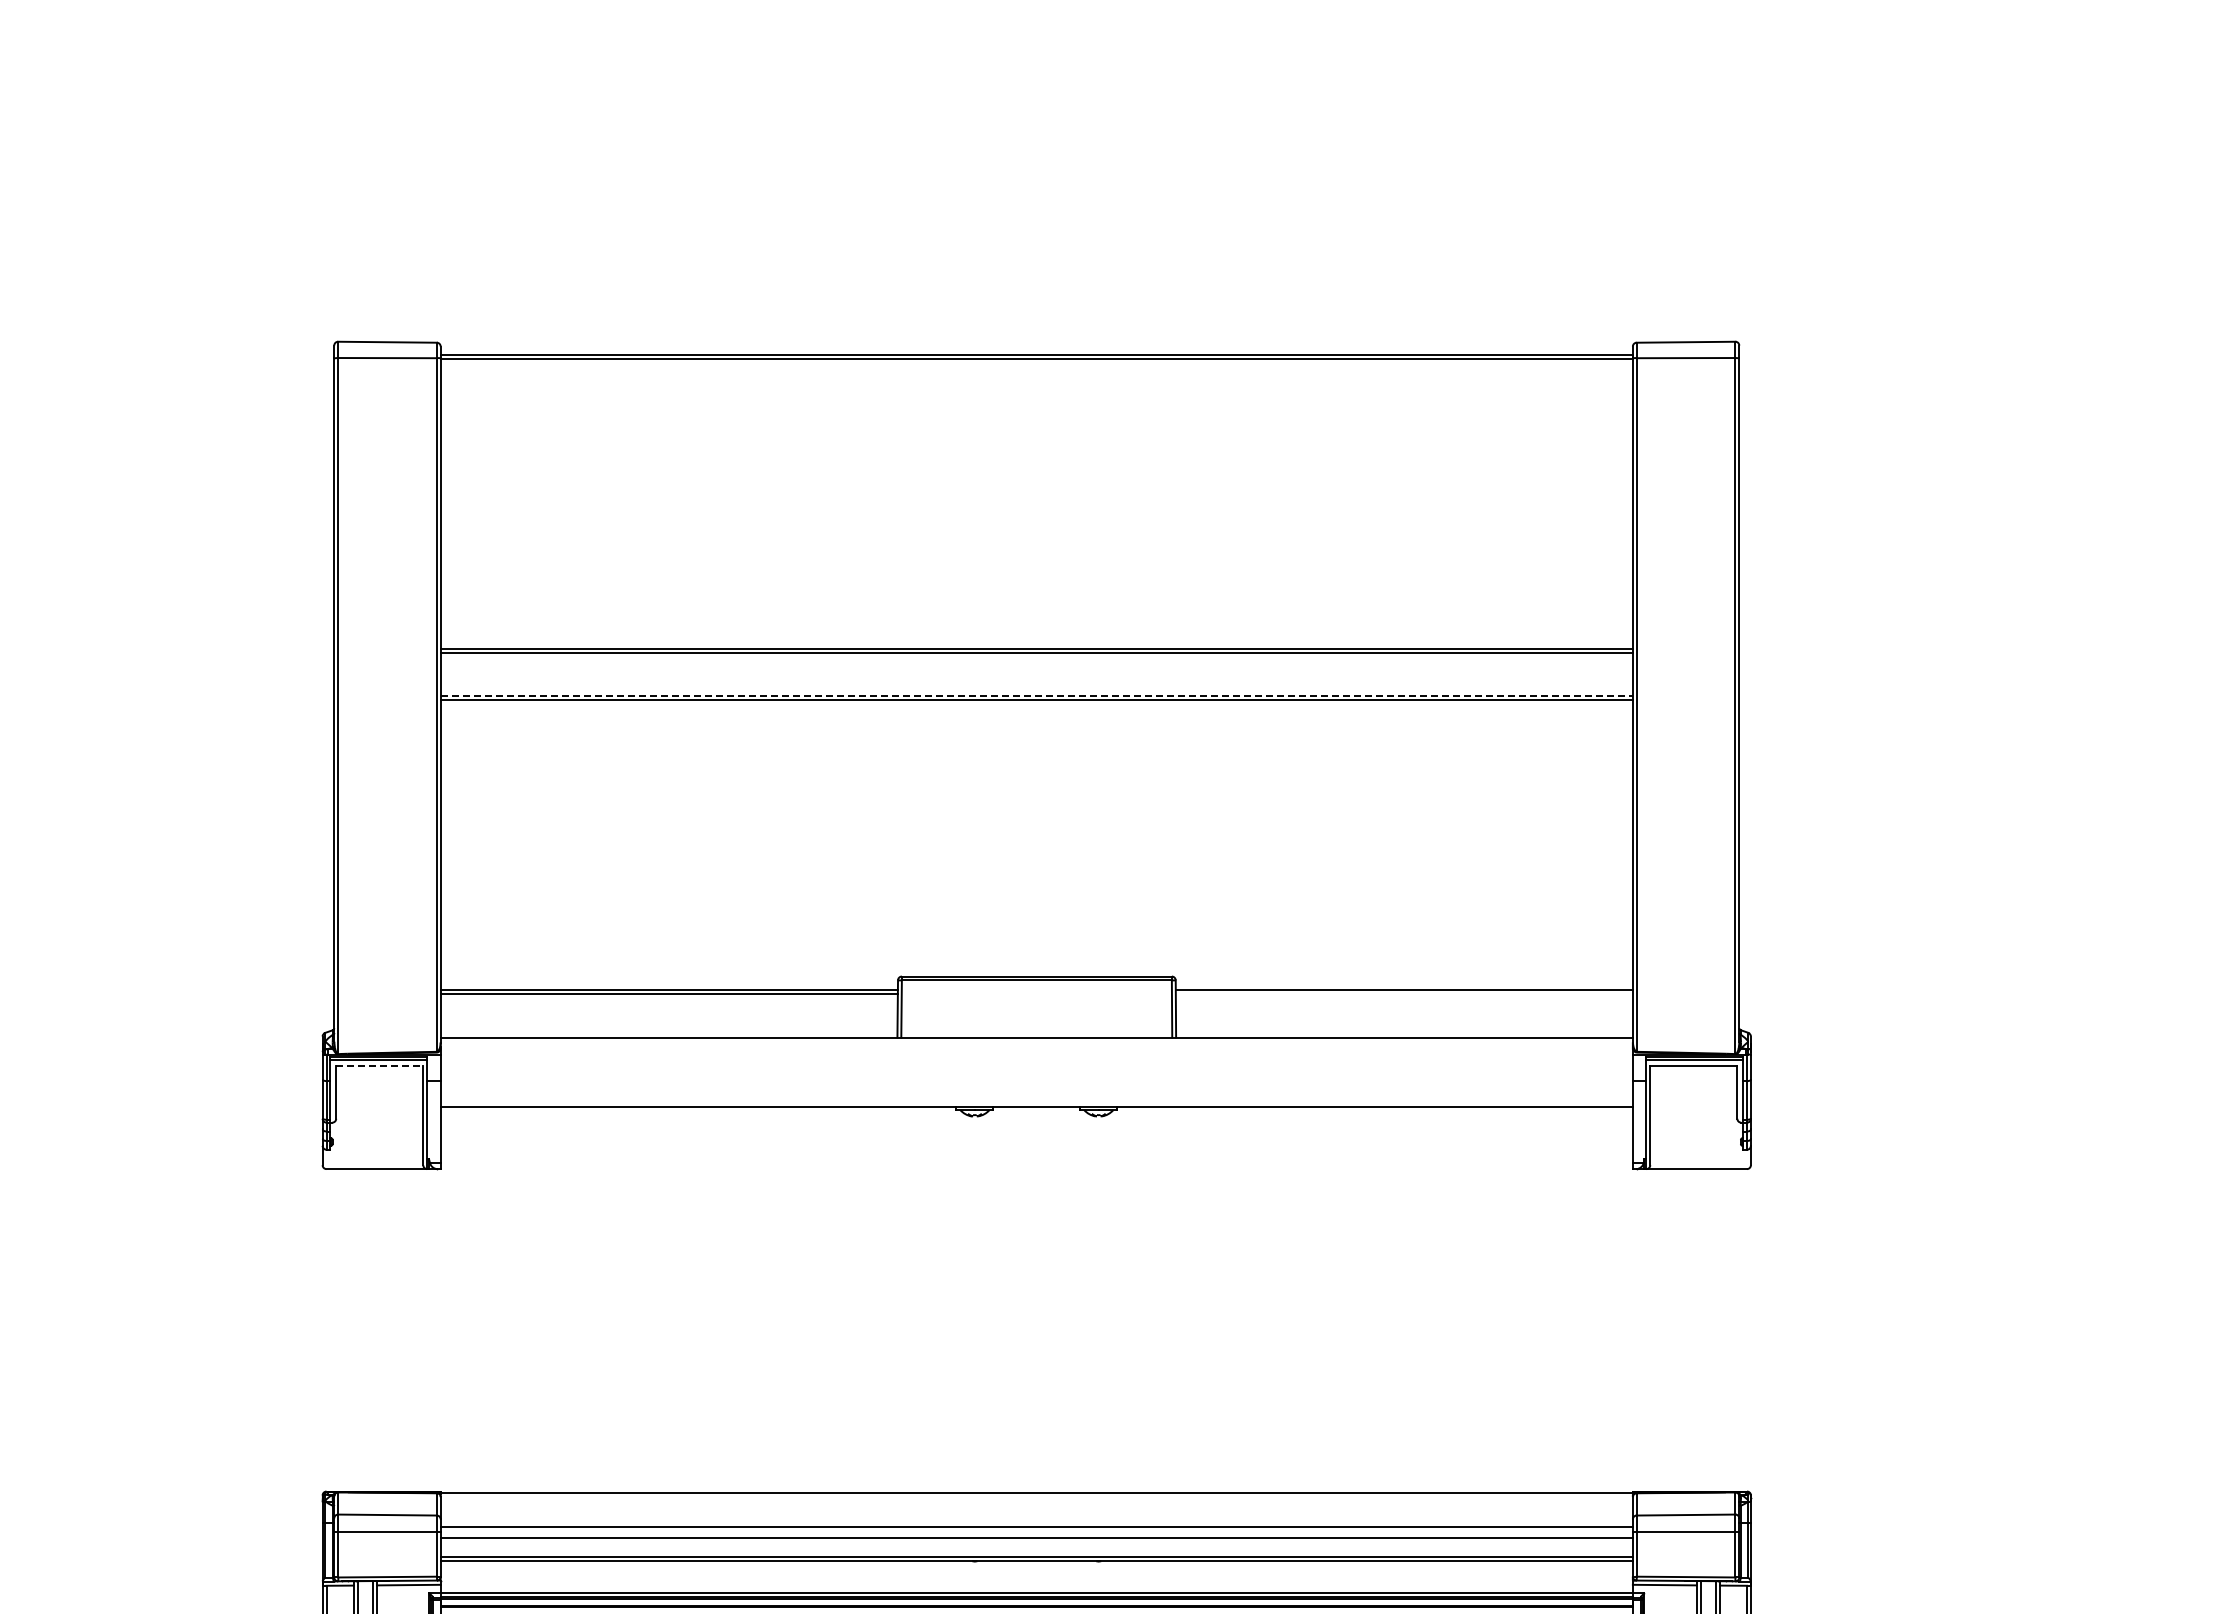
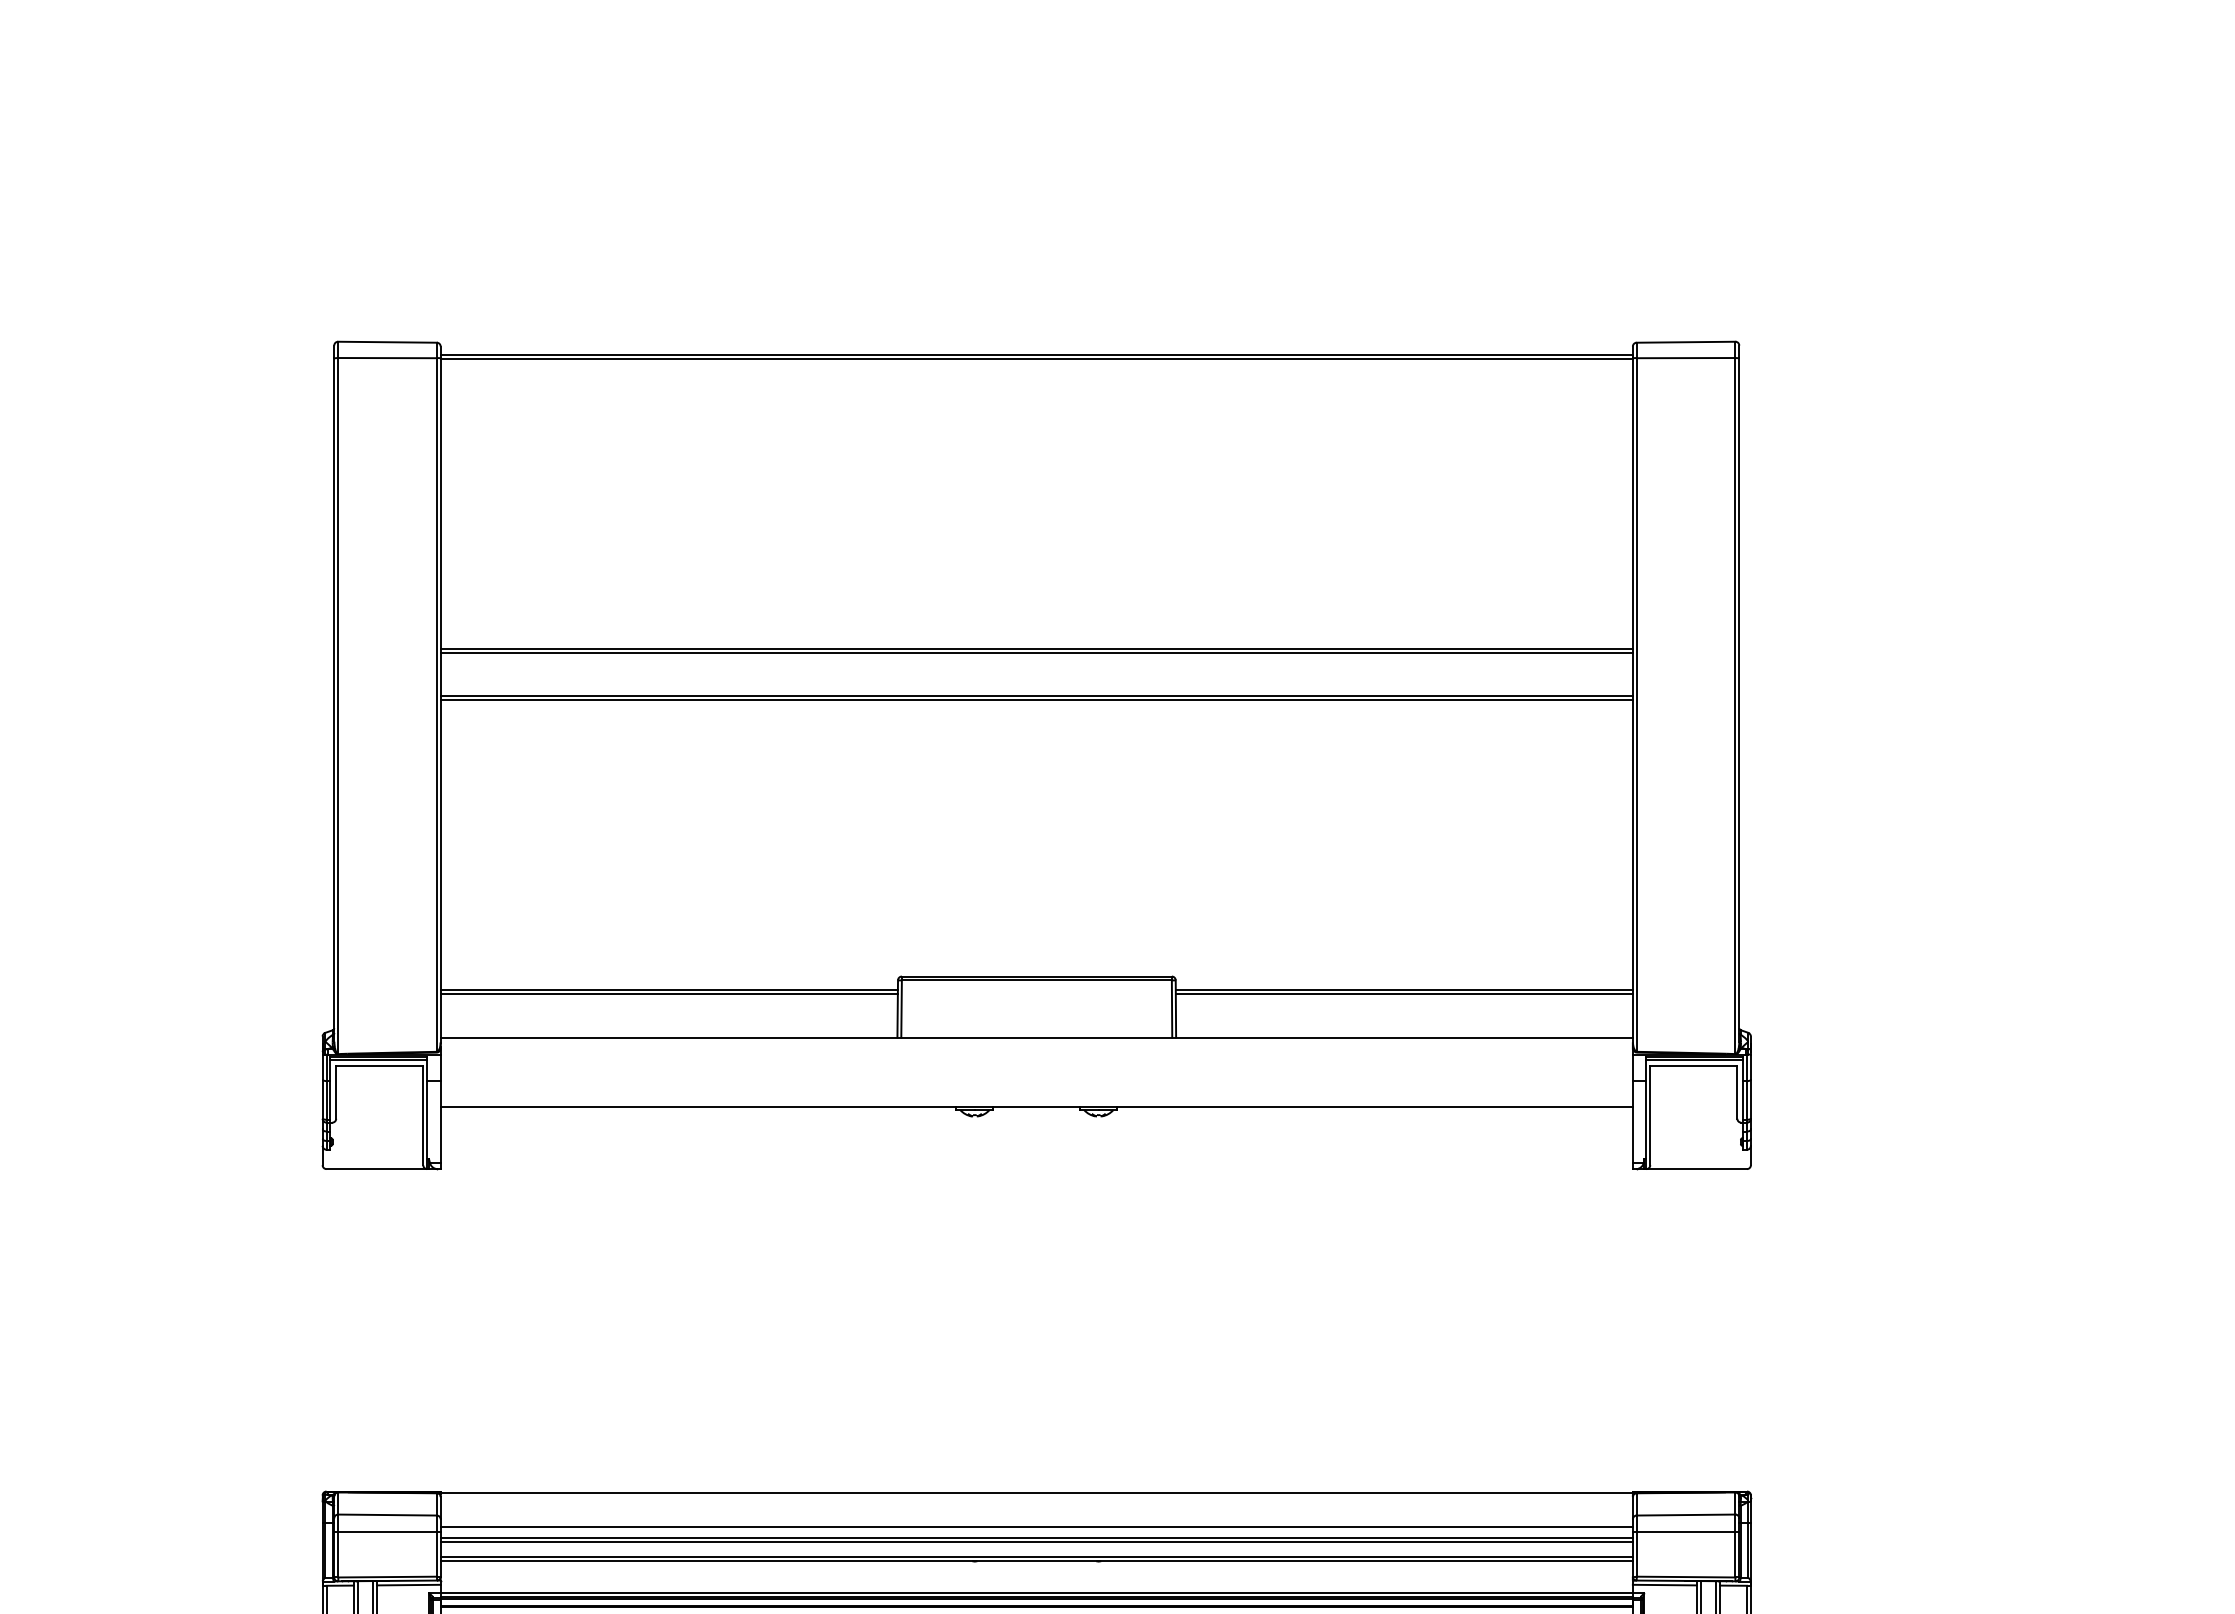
line at (1037, 695): dashed -> solid
line at (1403, 993): none -> present
line at (379, 1065): dashed -> solid
line at (1036, 1541): none -> present
